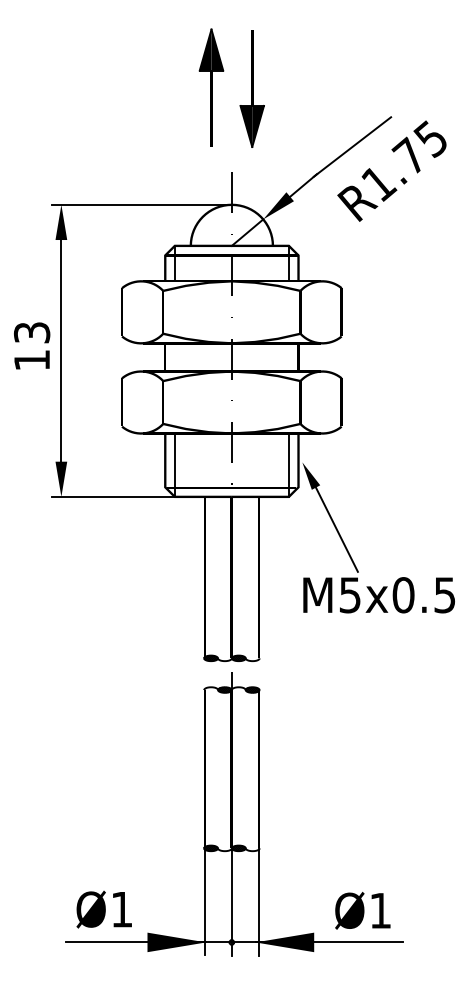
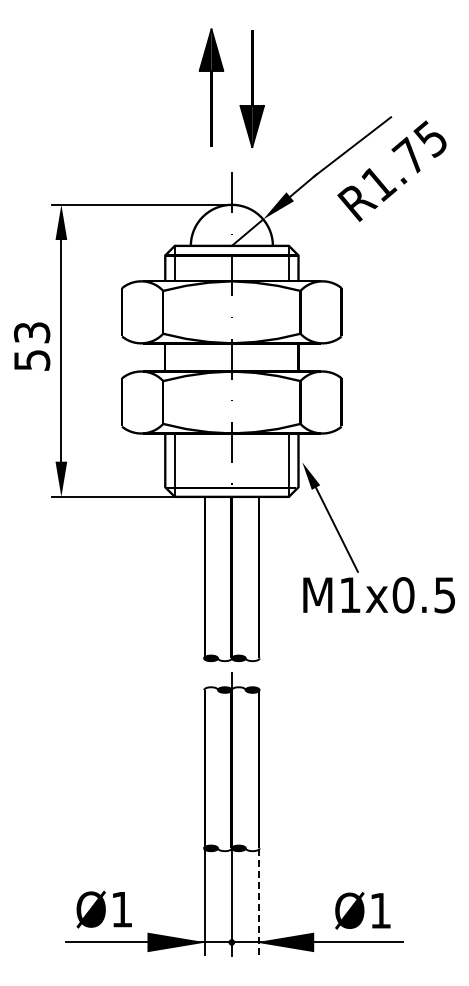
text at (32, 360): 13 -> 53
text at (349, 595): M5x0.5 -> M1x0.5
line at (258, 902): solid -> dashed
